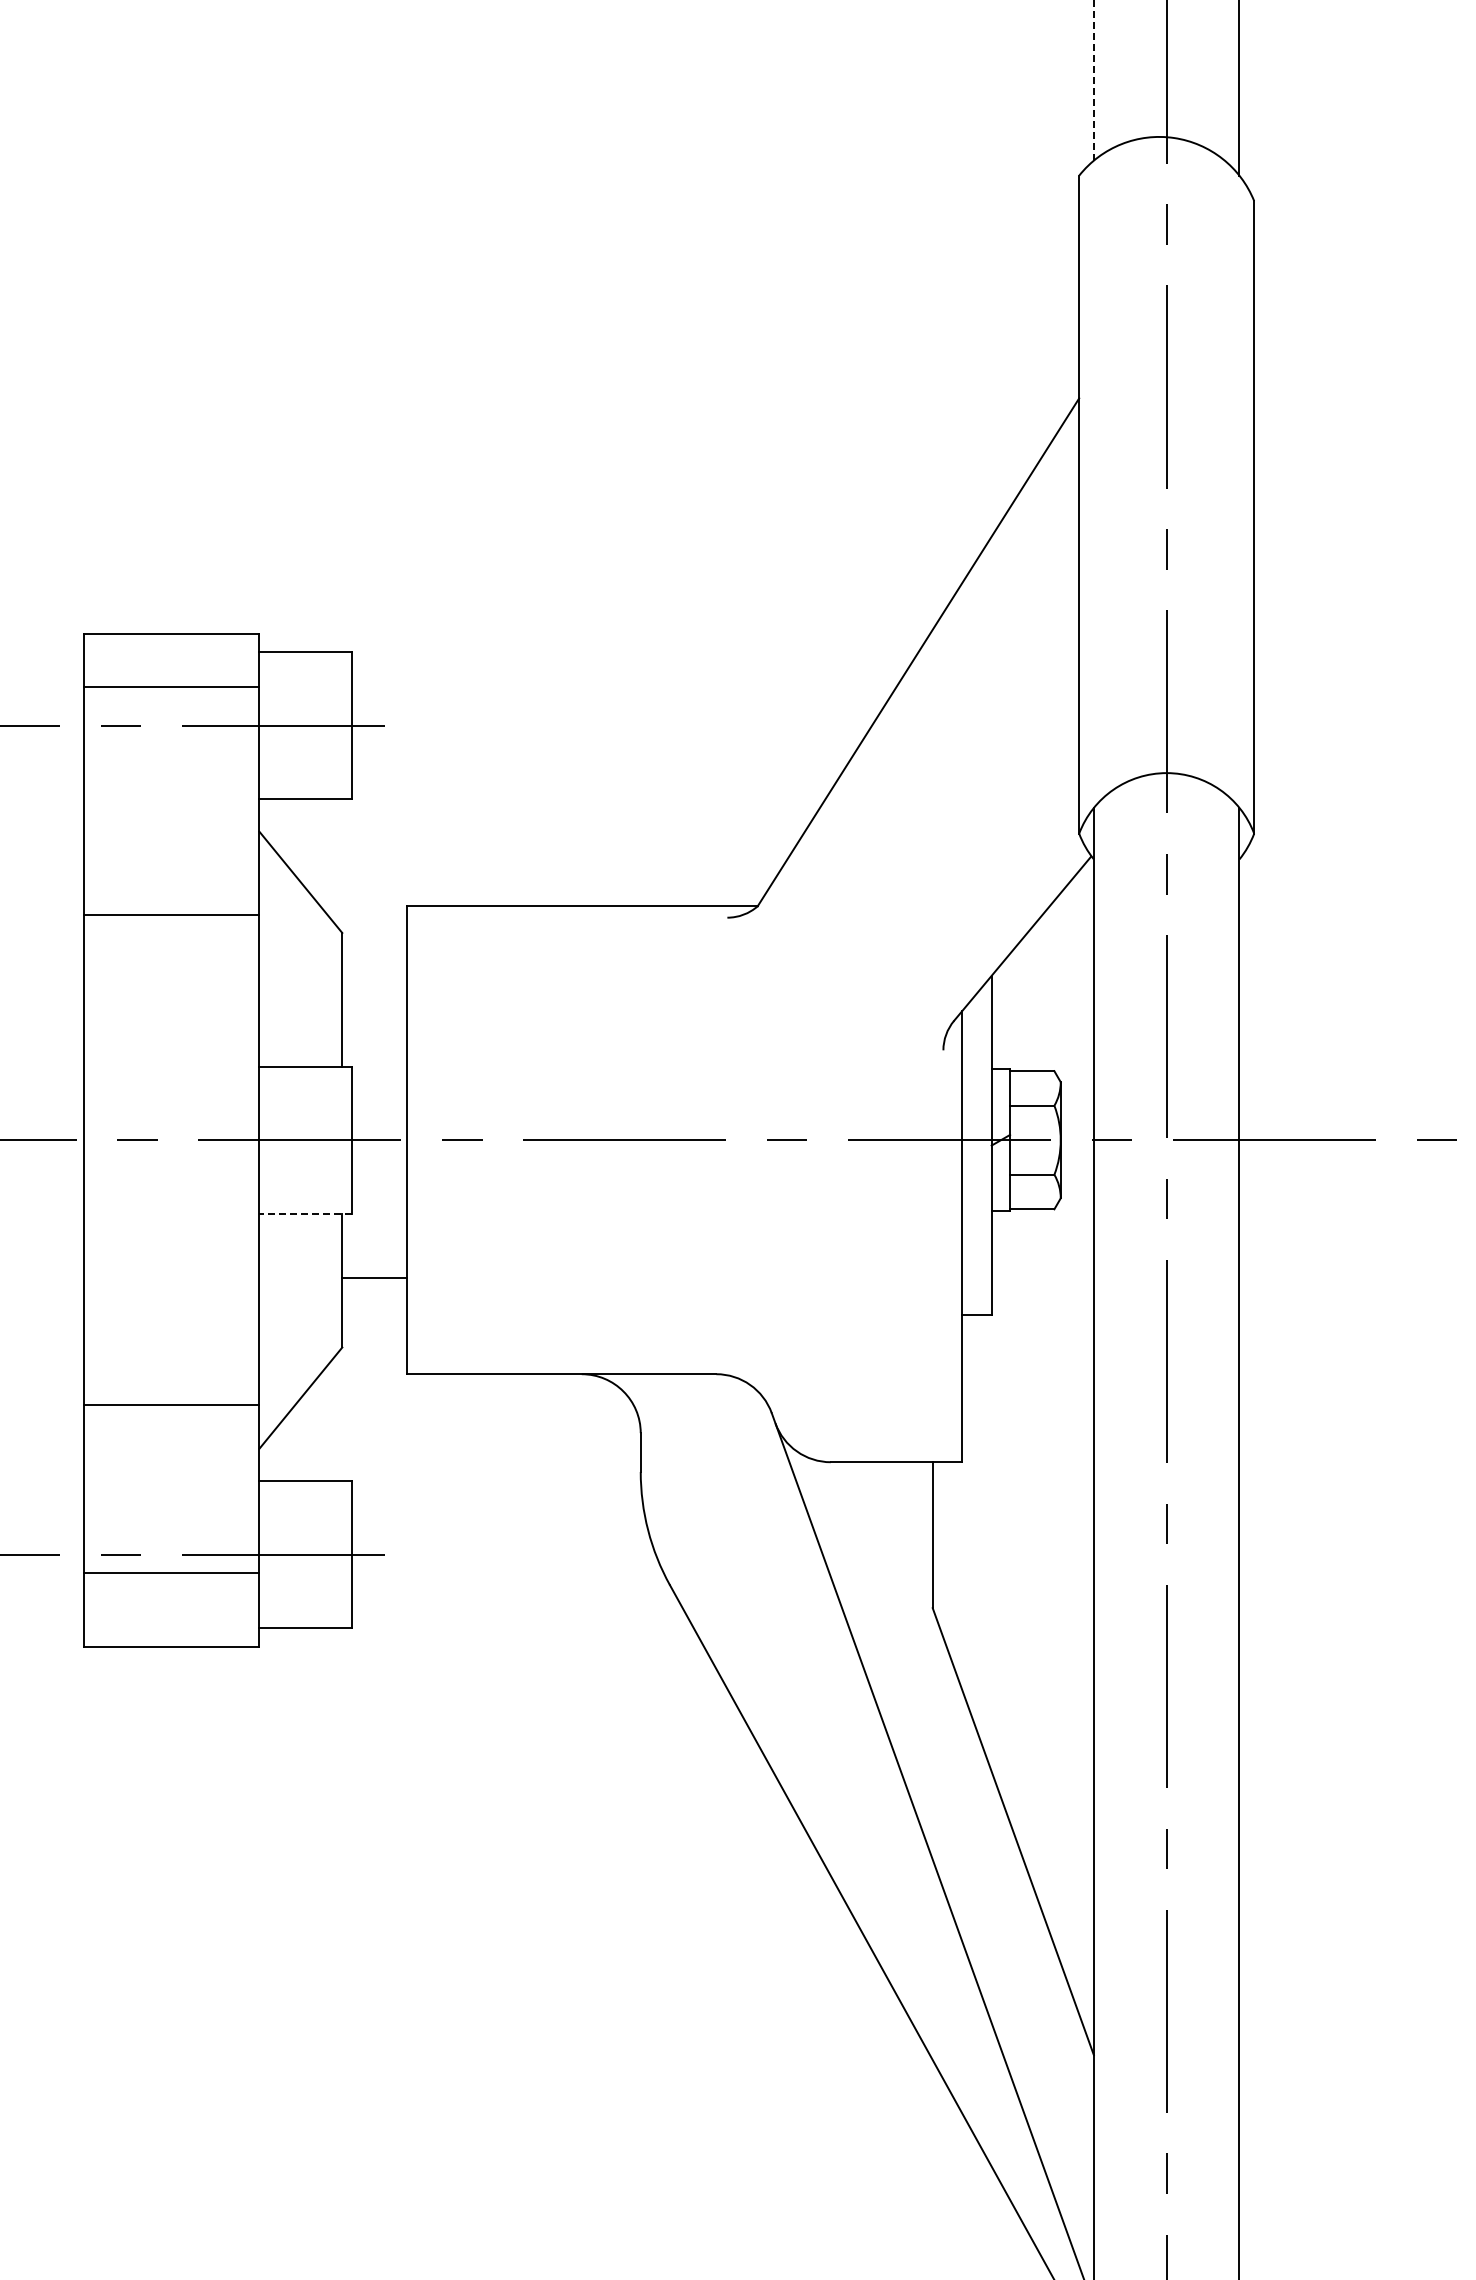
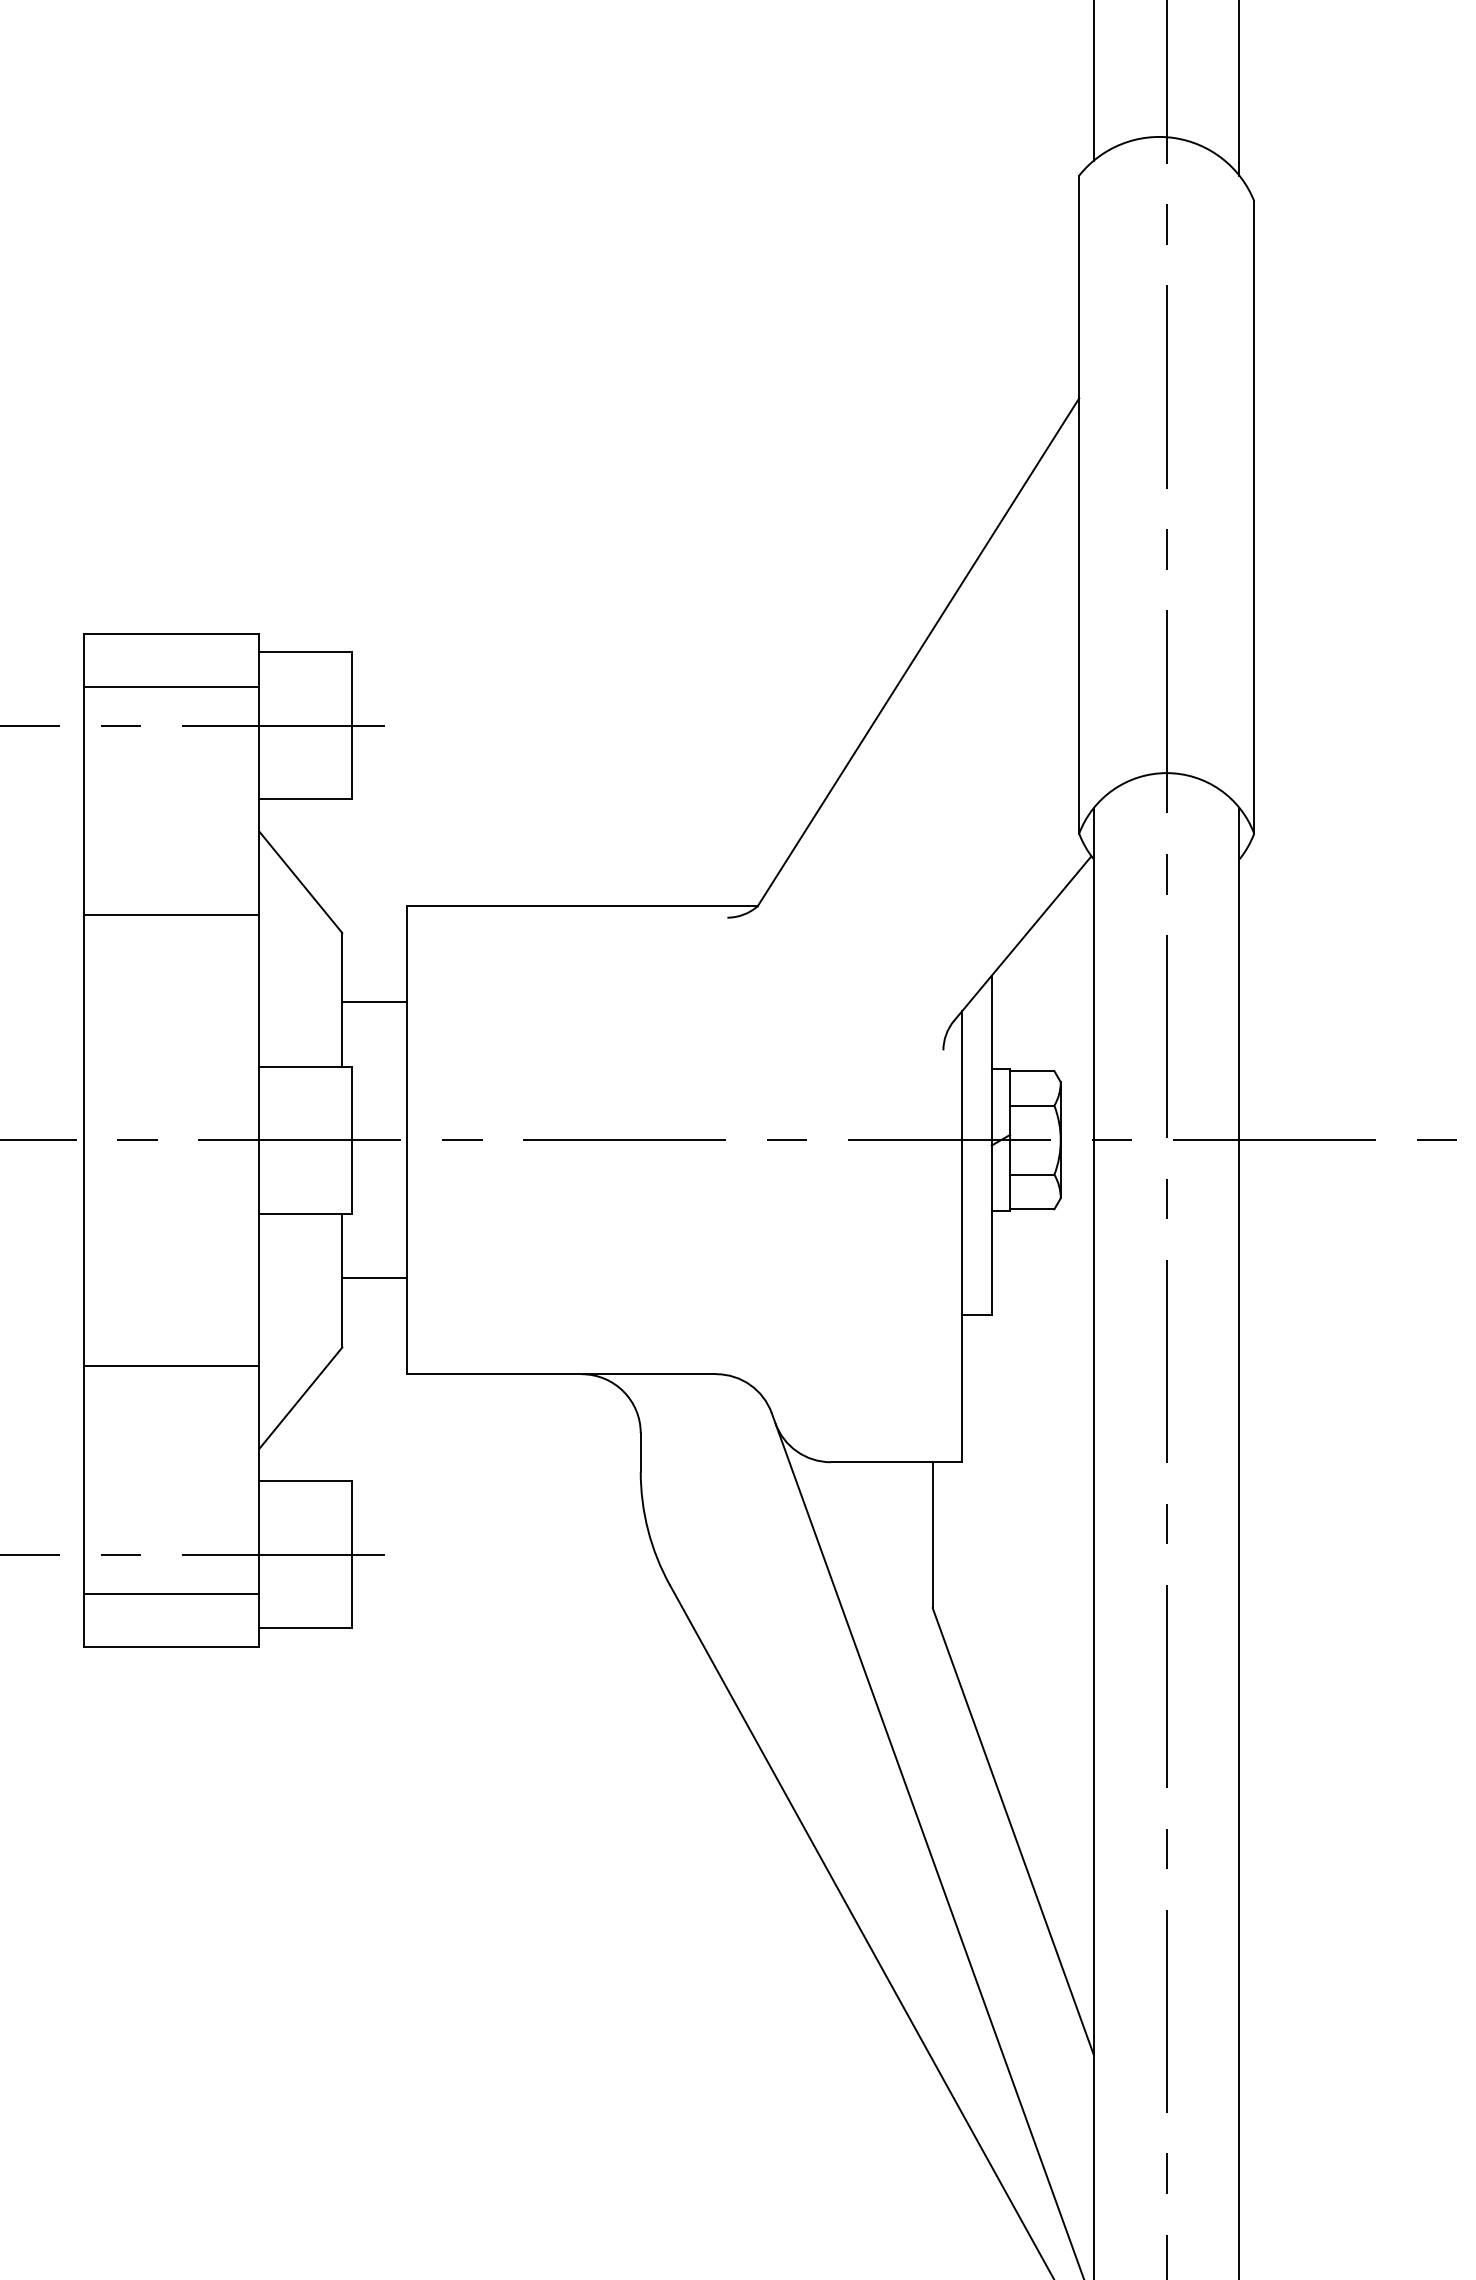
line at (1093, 80): dashed -> solid
line at (374, 1002): none -> present
line at (304, 1213): dashed -> solid
line at (171, 1404) position: (171, 1404) -> (171, 1365)
line at (171, 1572) position: (171, 1572) -> (171, 1593)
